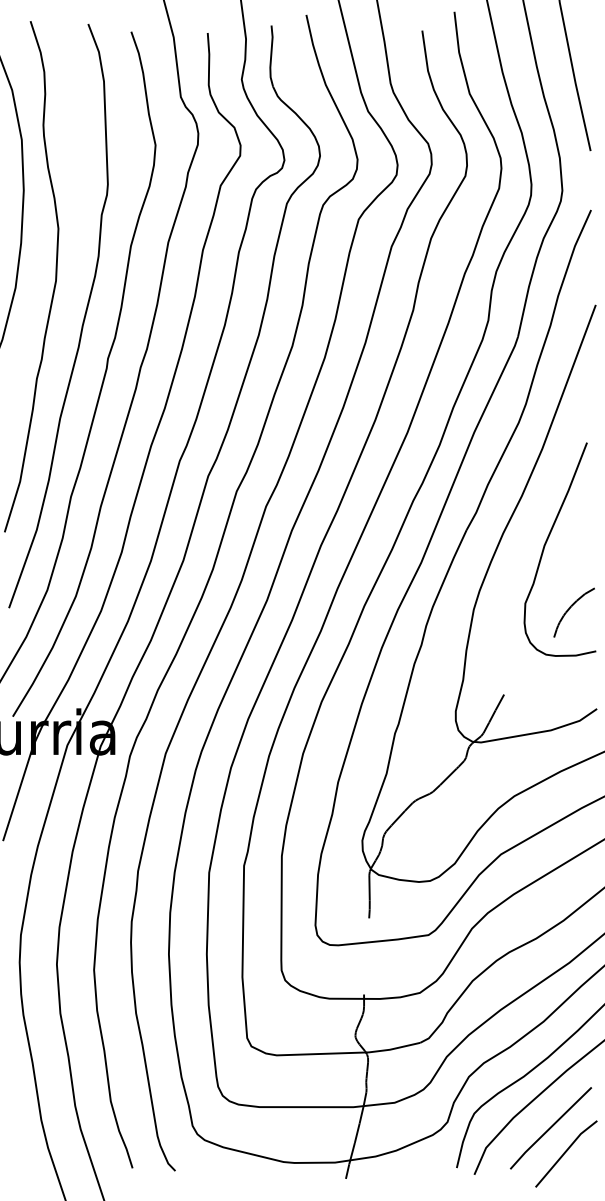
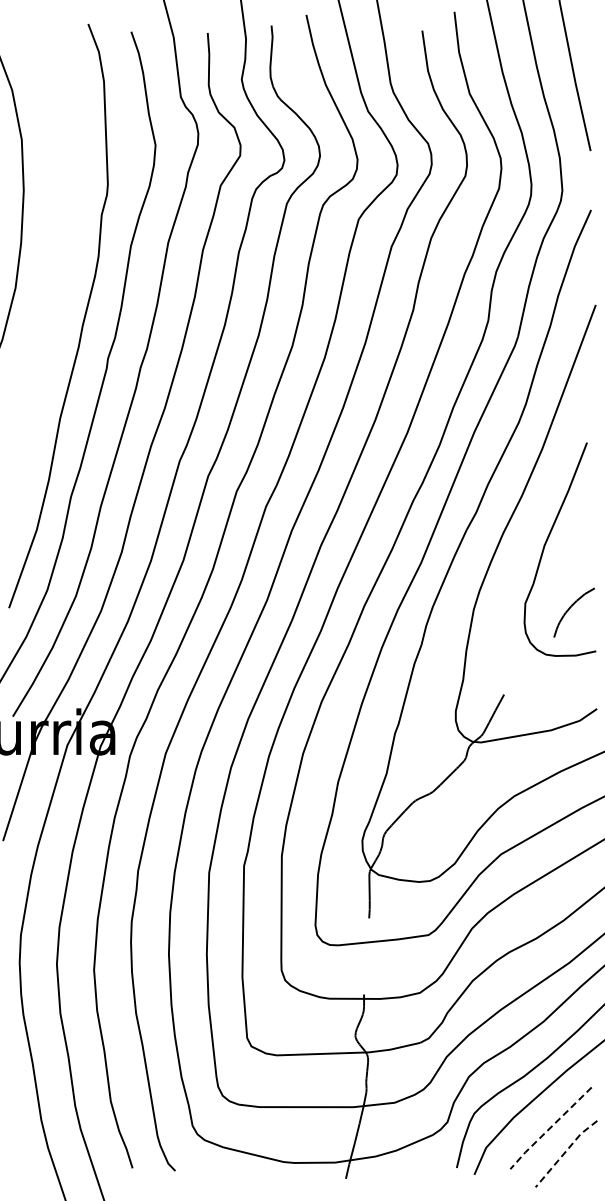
curve at (54, 282): present -> none
line at (549, 1128): solid -> dashed
line at (564, 1152): solid -> dashed
